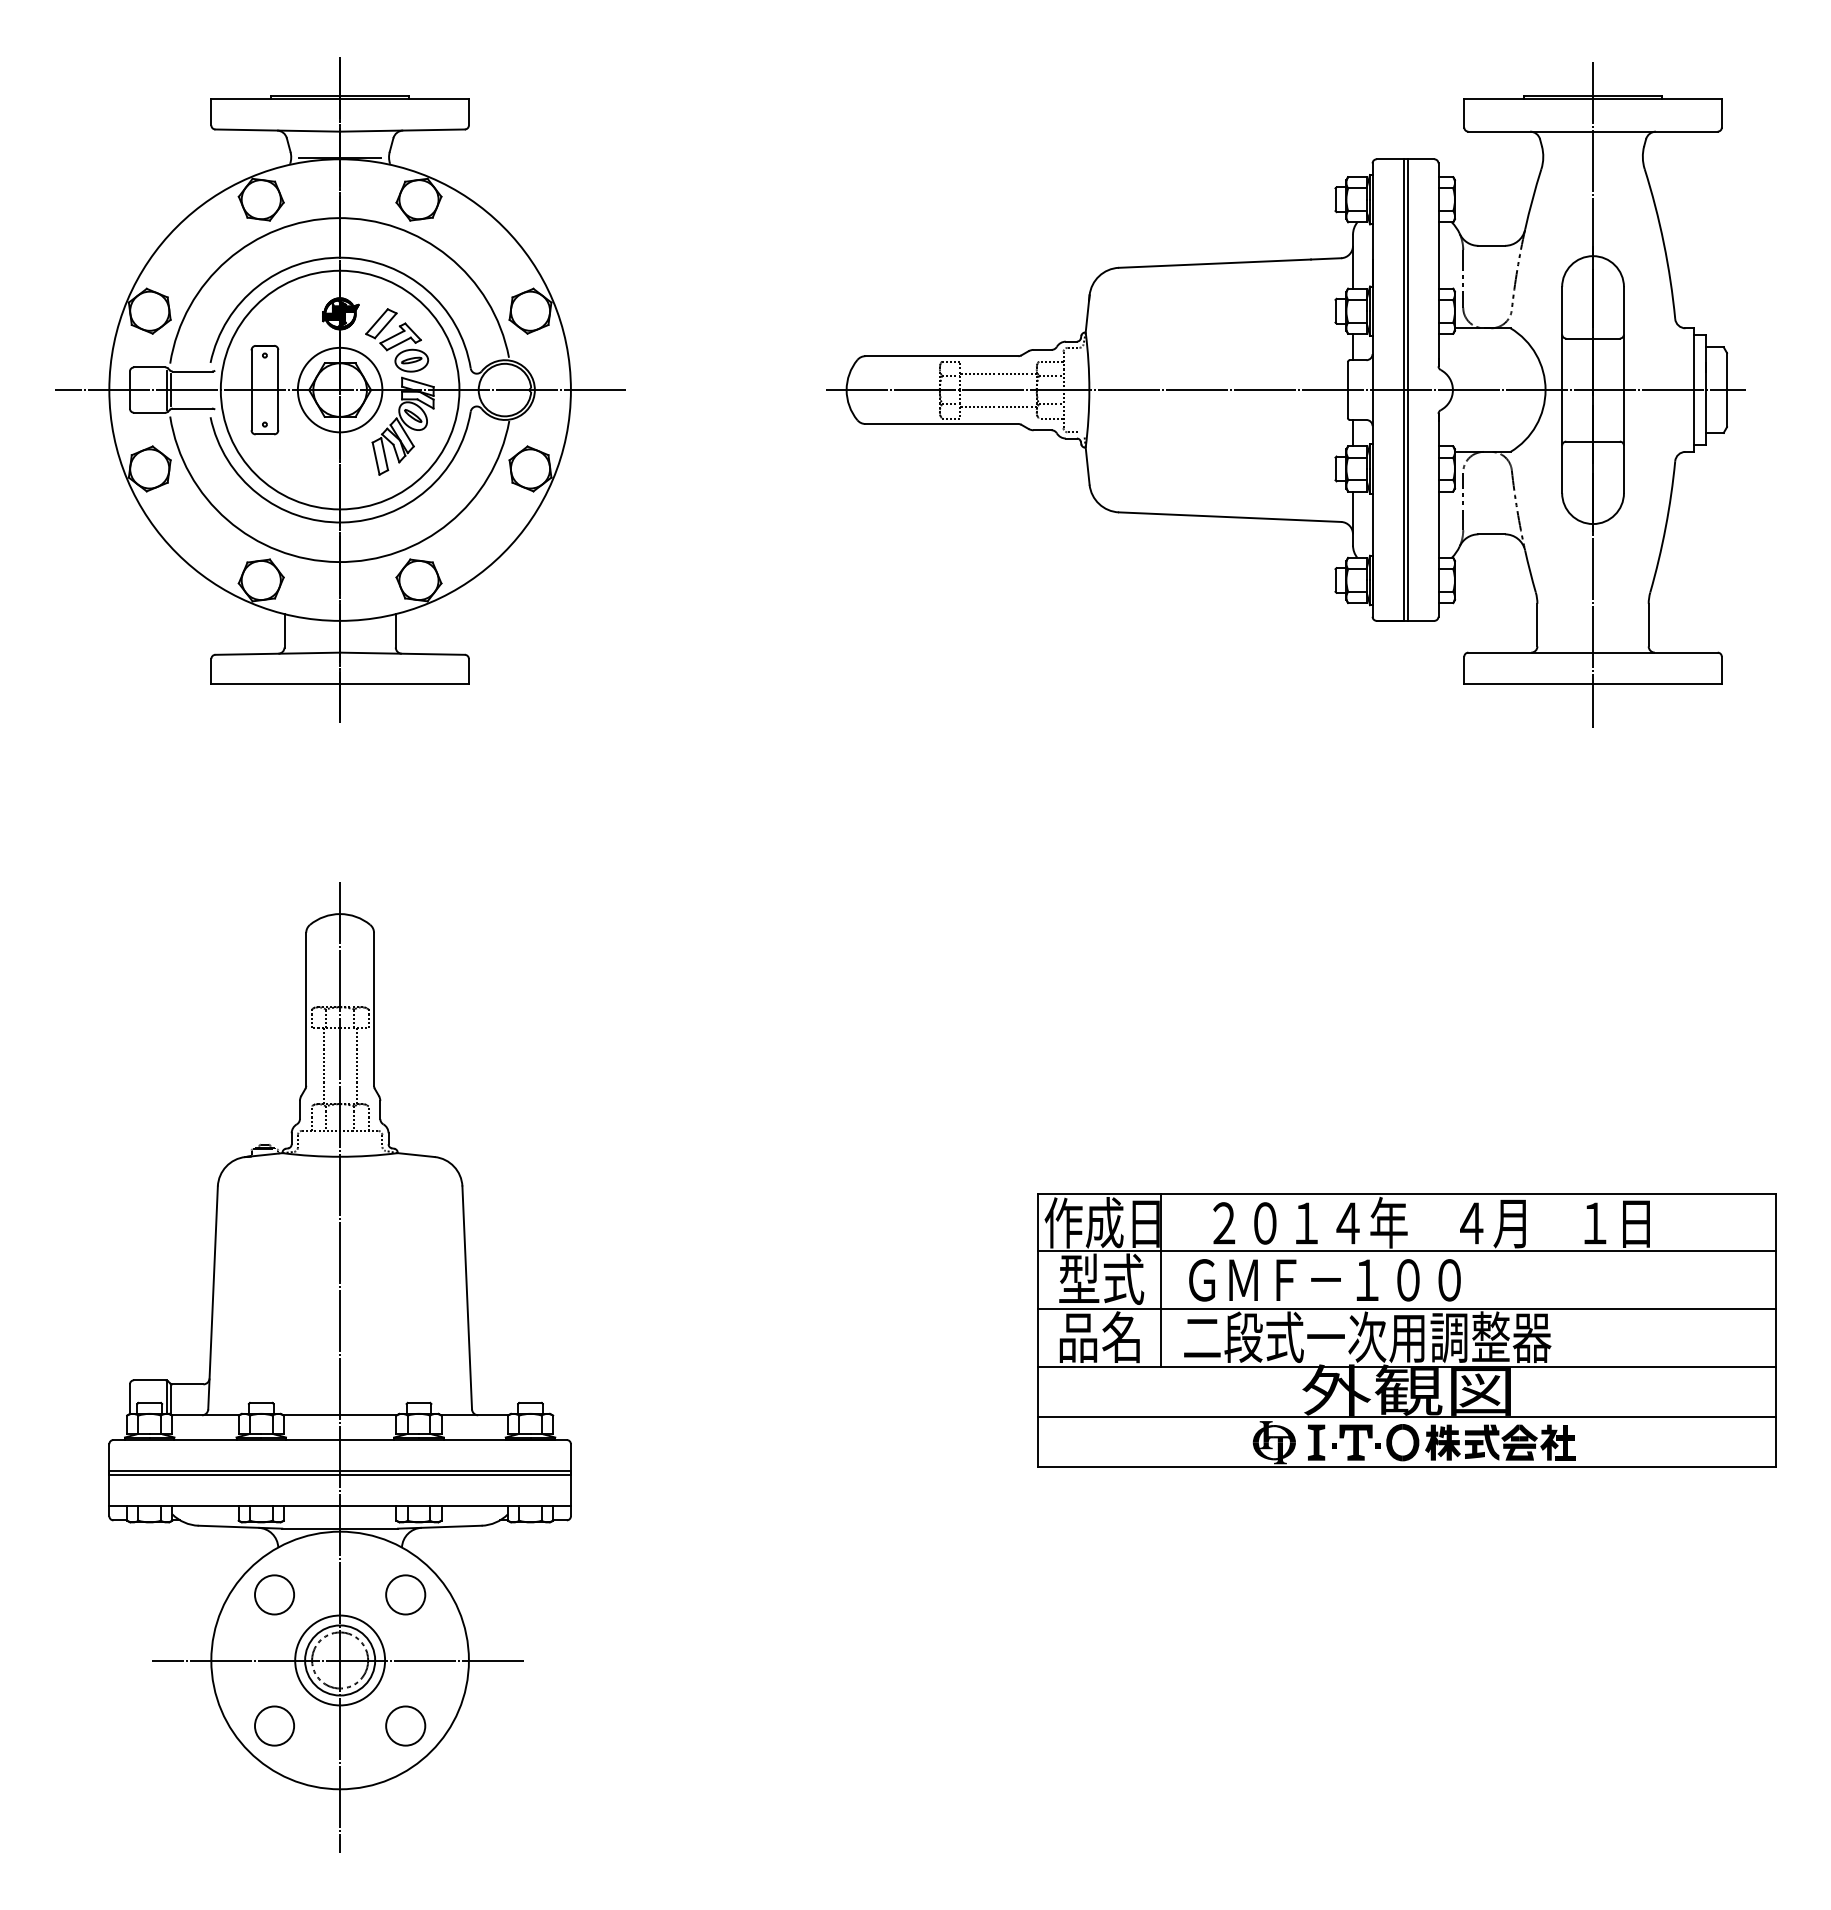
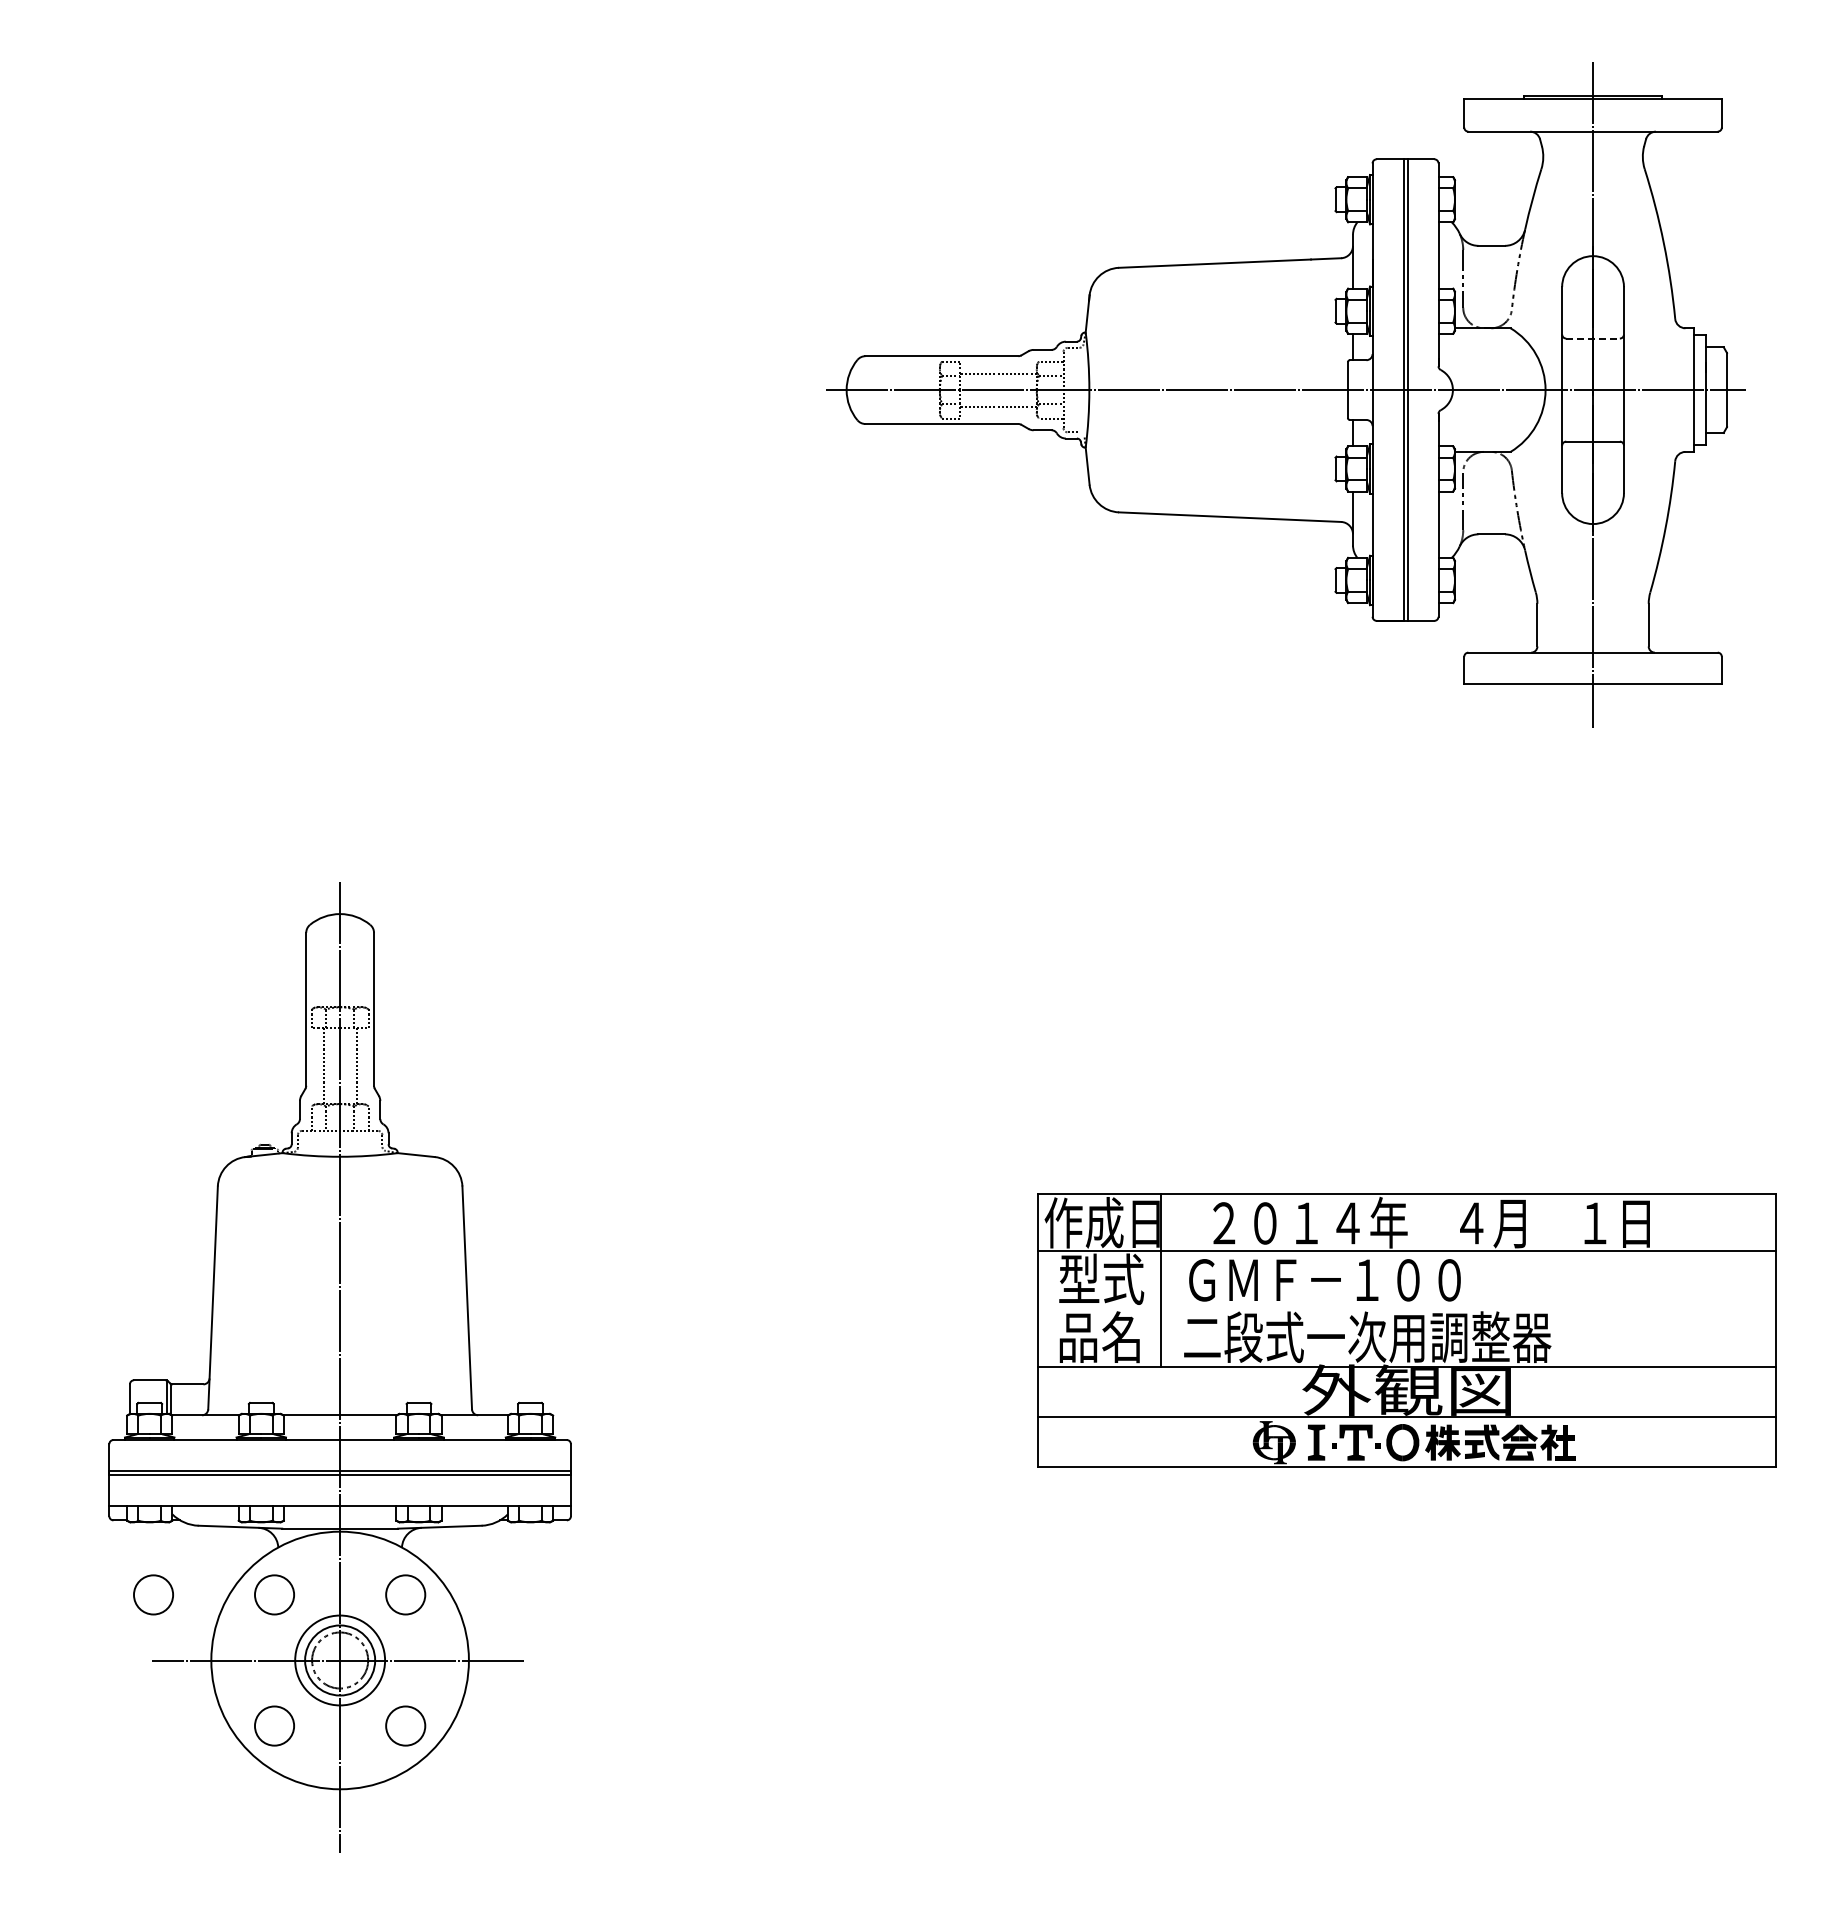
line at (1593, 338): solid -> dashed
part at (340, 389): present -> none
line at (1406, 1309): present -> none
circle at (153, 1594): none -> present
